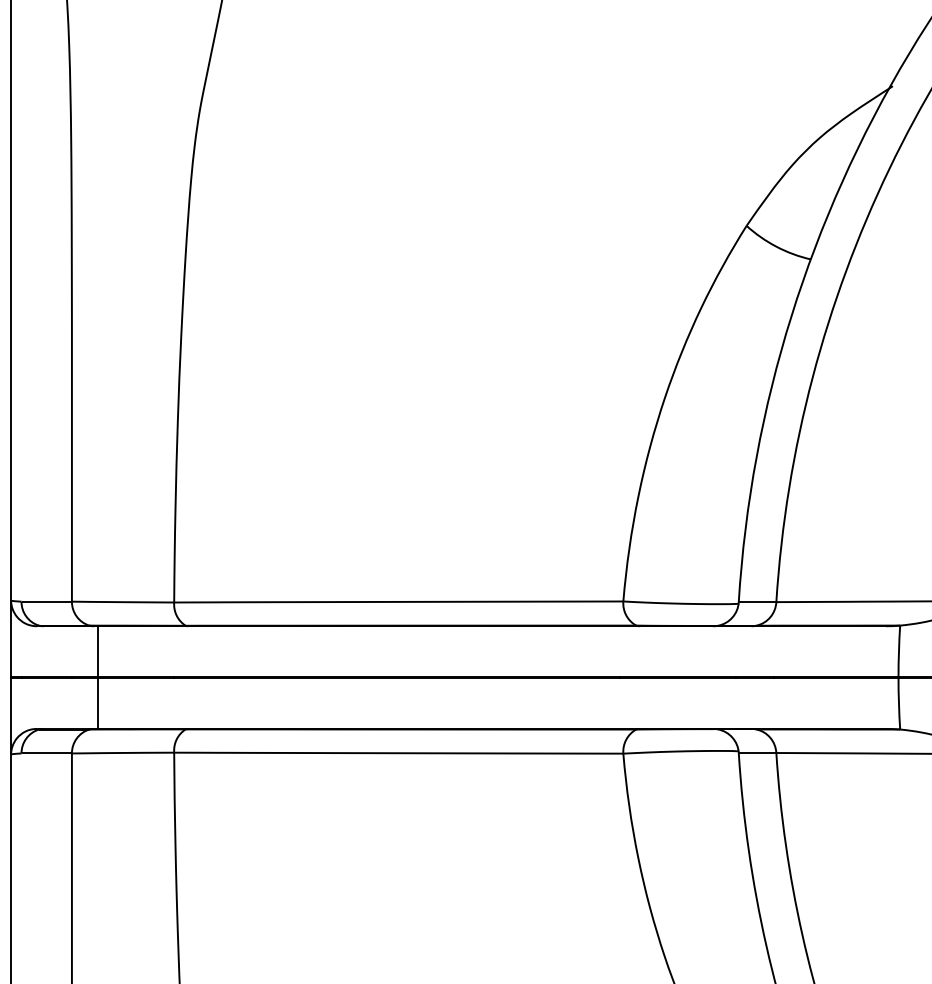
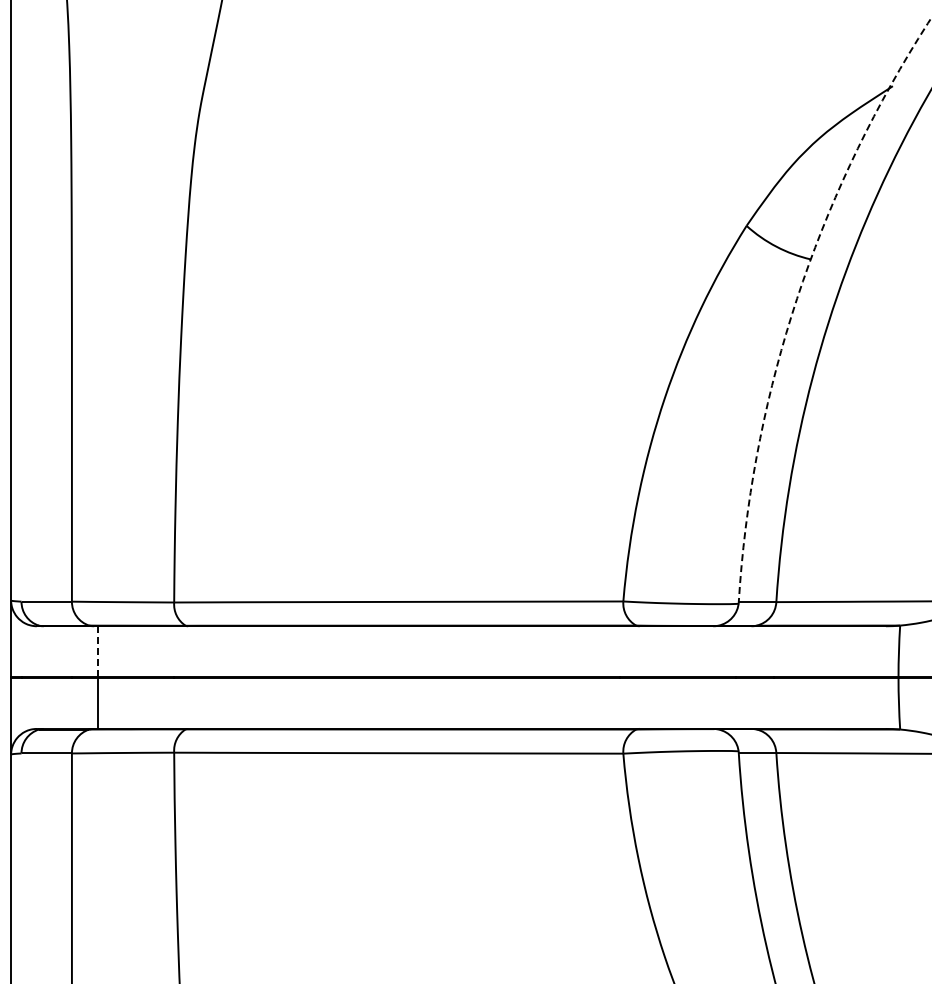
arc at (797, 298): solid -> dashed
line at (97, 652): solid -> dashed
